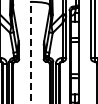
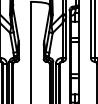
line at (30, 52): dashed -> solid
